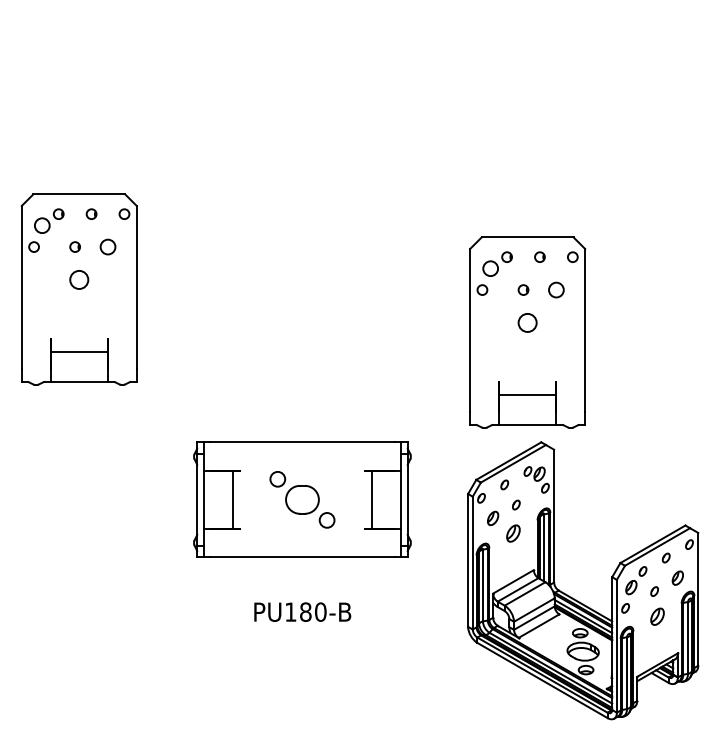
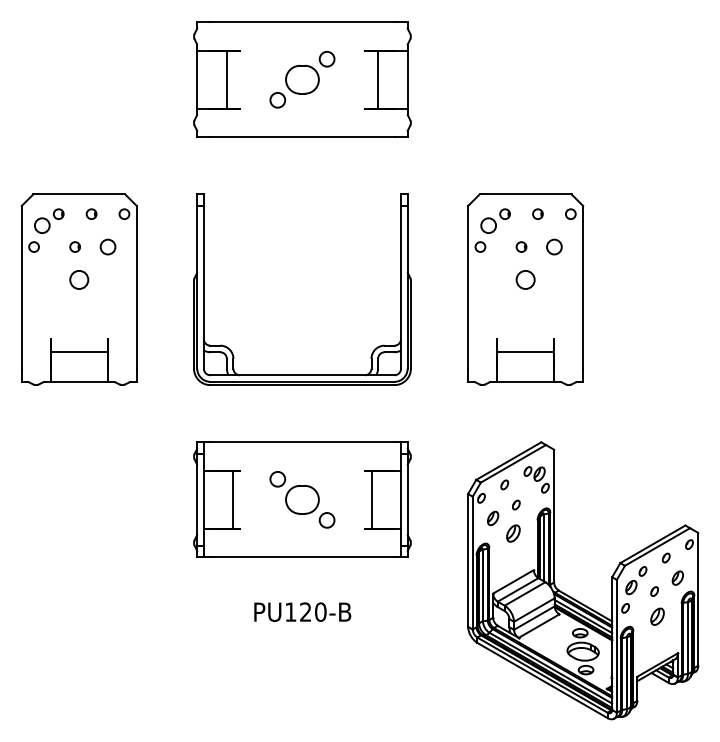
part at (302, 79): none -> present
part at (527, 332) position: (527, 332) -> (525, 289)
part at (302, 374): none -> present
text at (305, 611): PU180-B -> PU120-B
